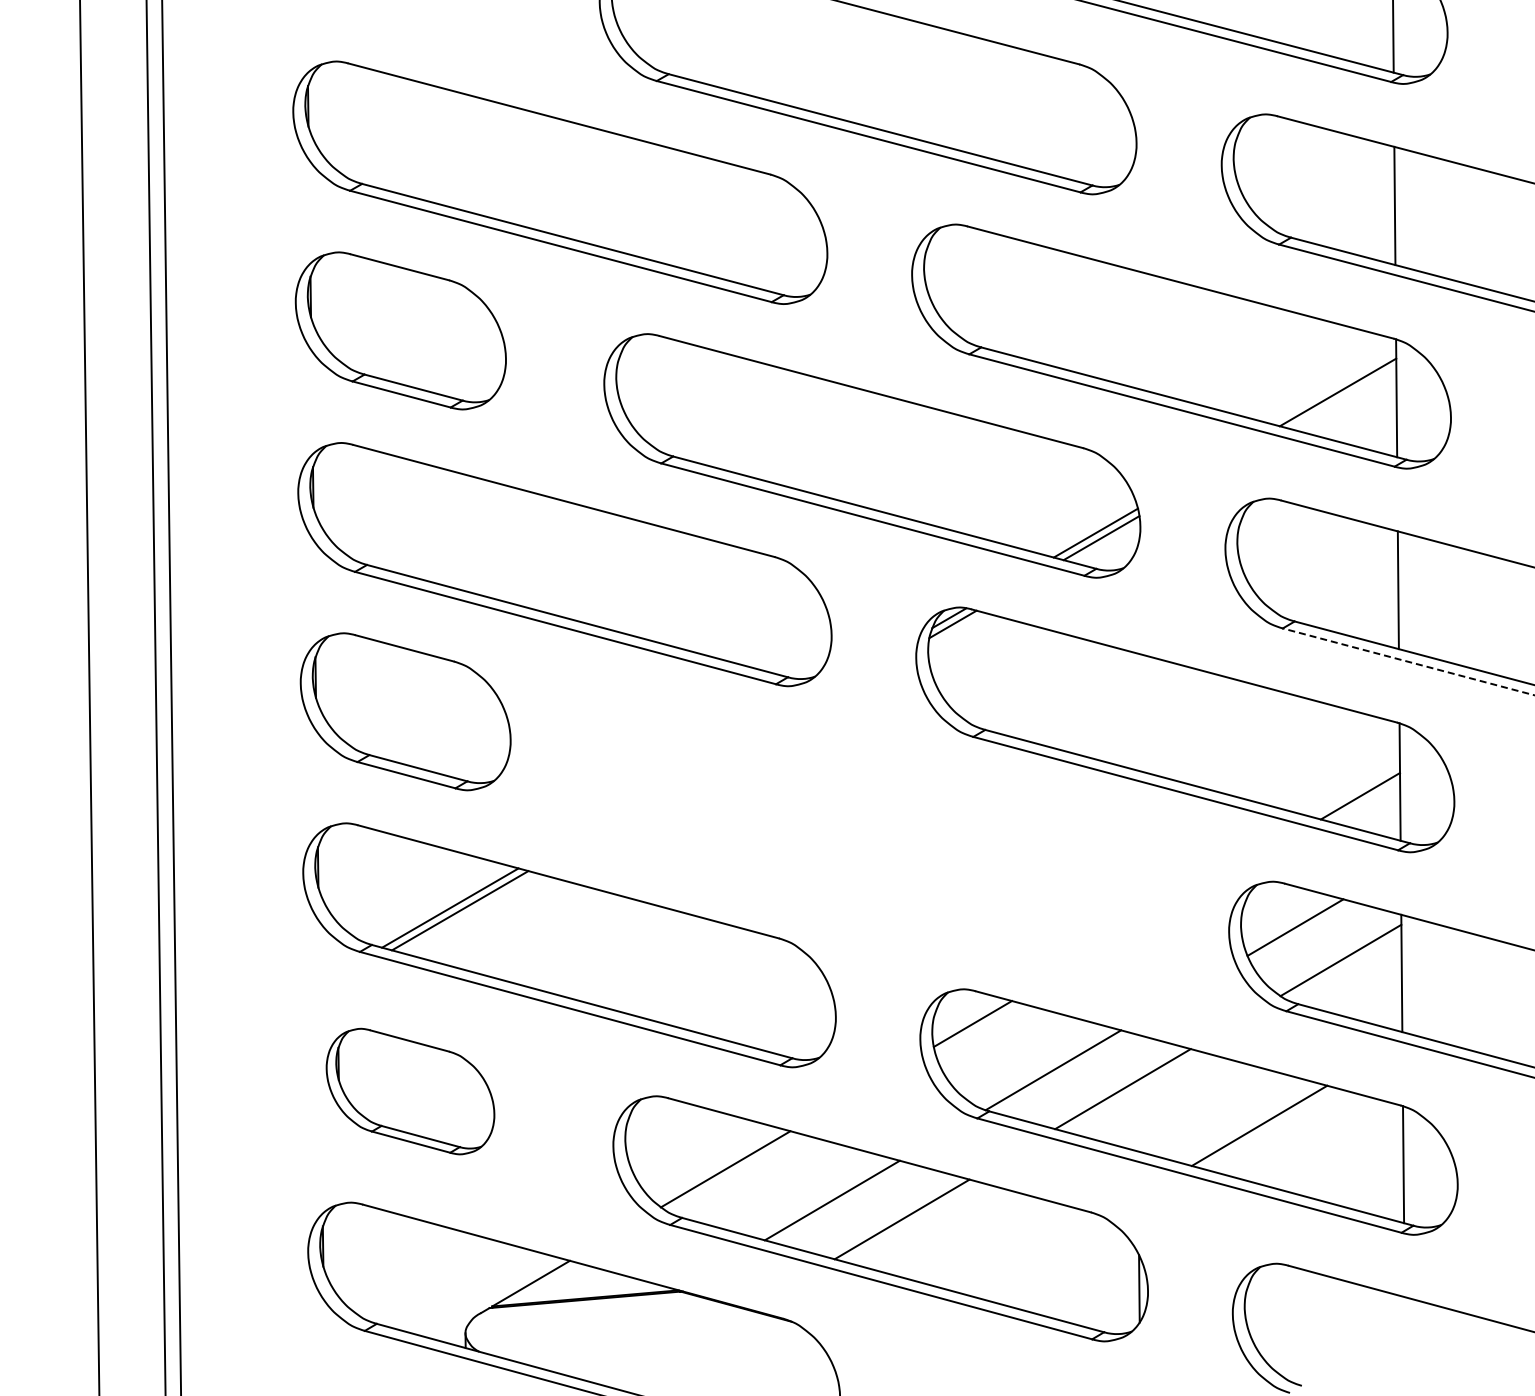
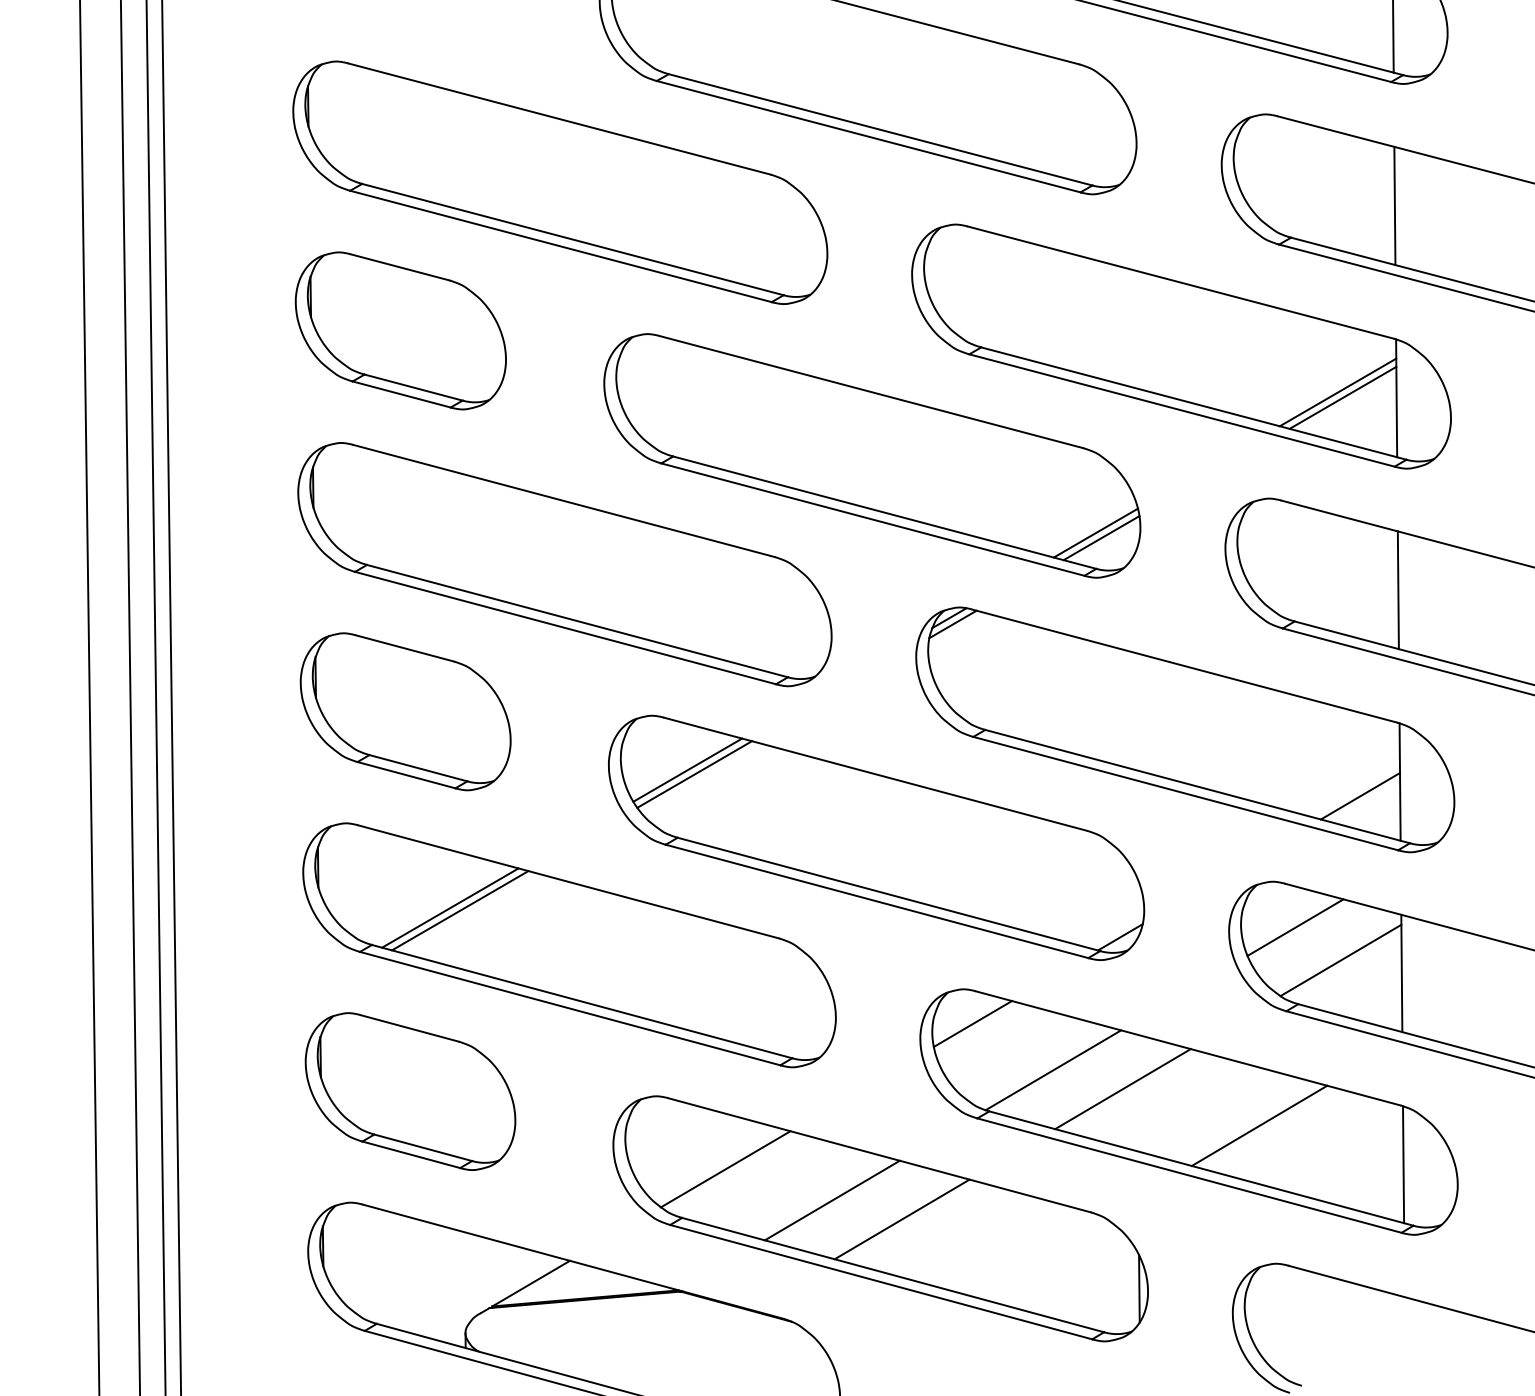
line at (1342, 397): none -> present
line at (1408, 661): dashed -> solid
line at (130, 697): none -> present
part at (876, 837): none -> present
part at (410, 1091) size: 171x129 px -> 213x159 px
